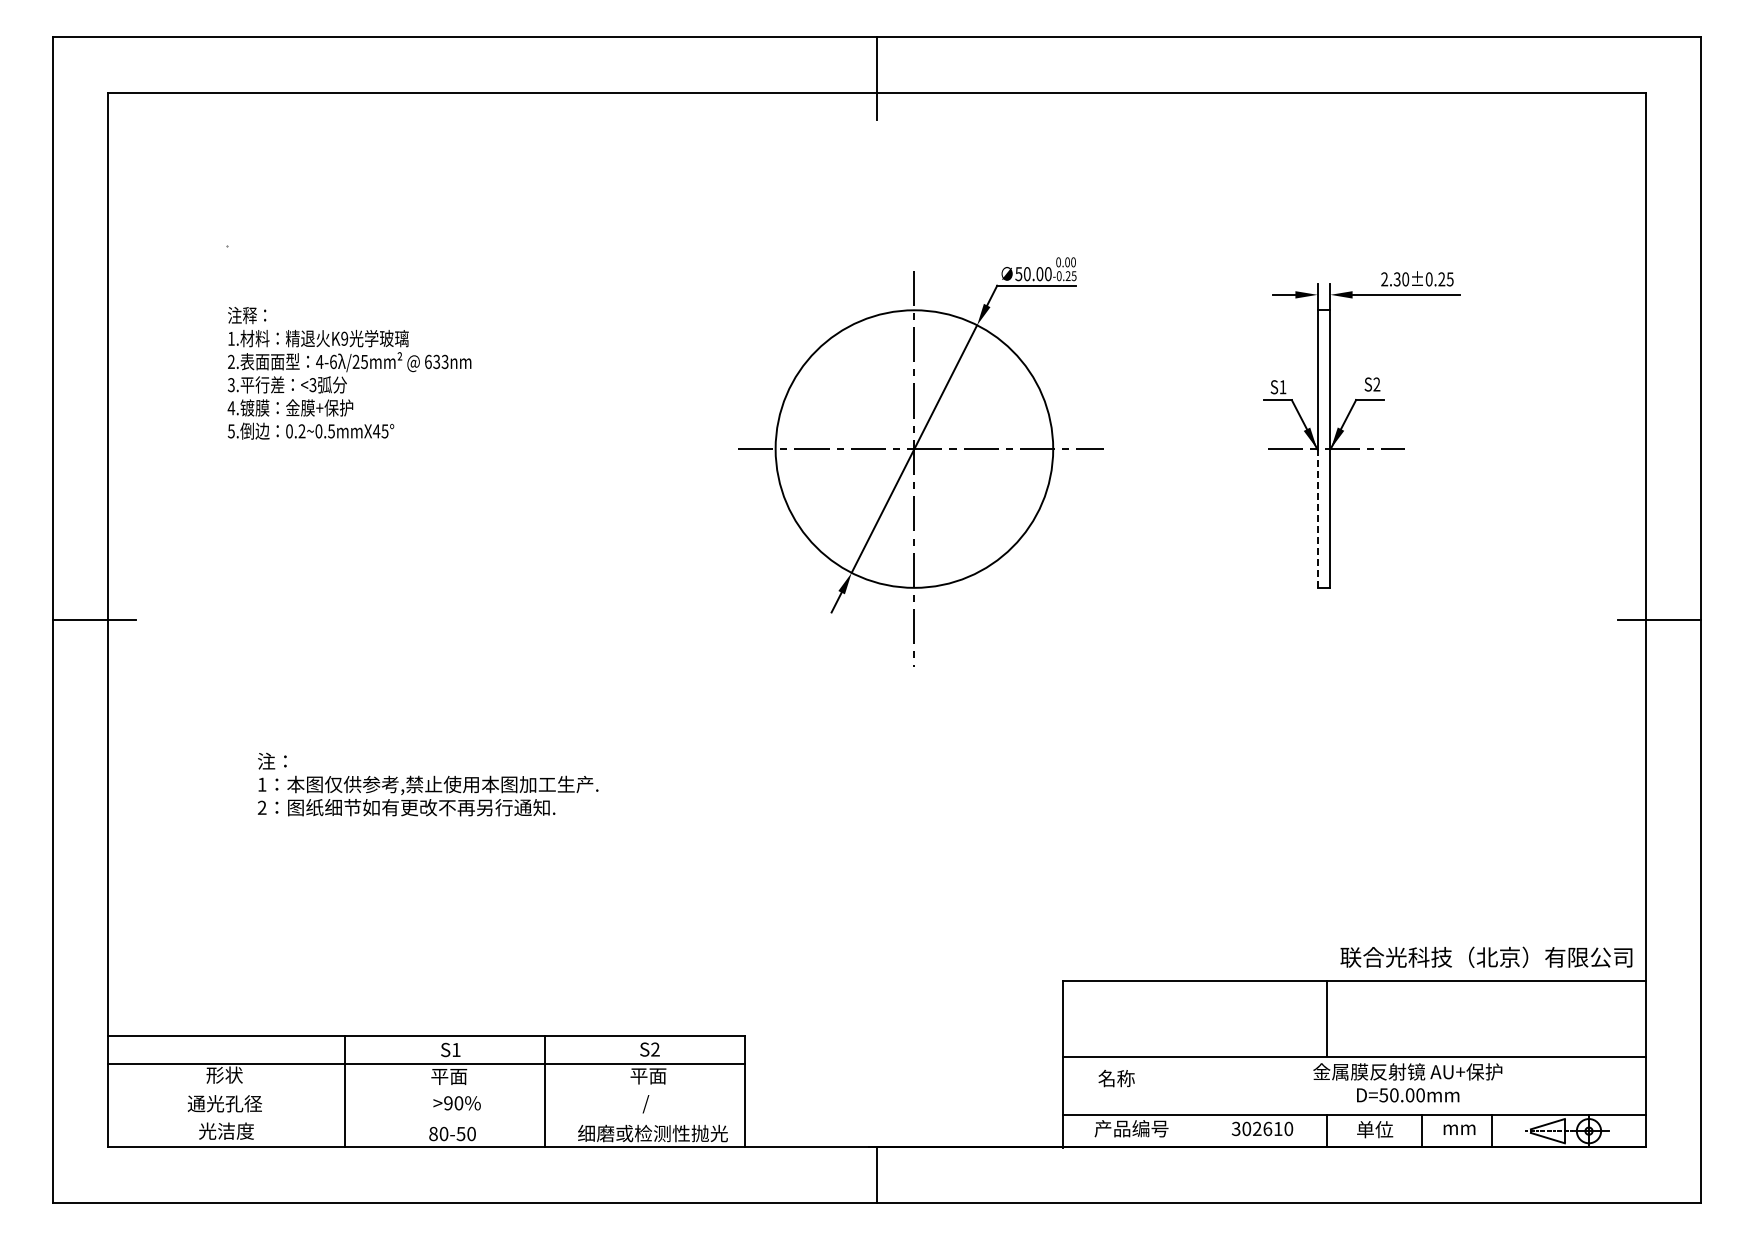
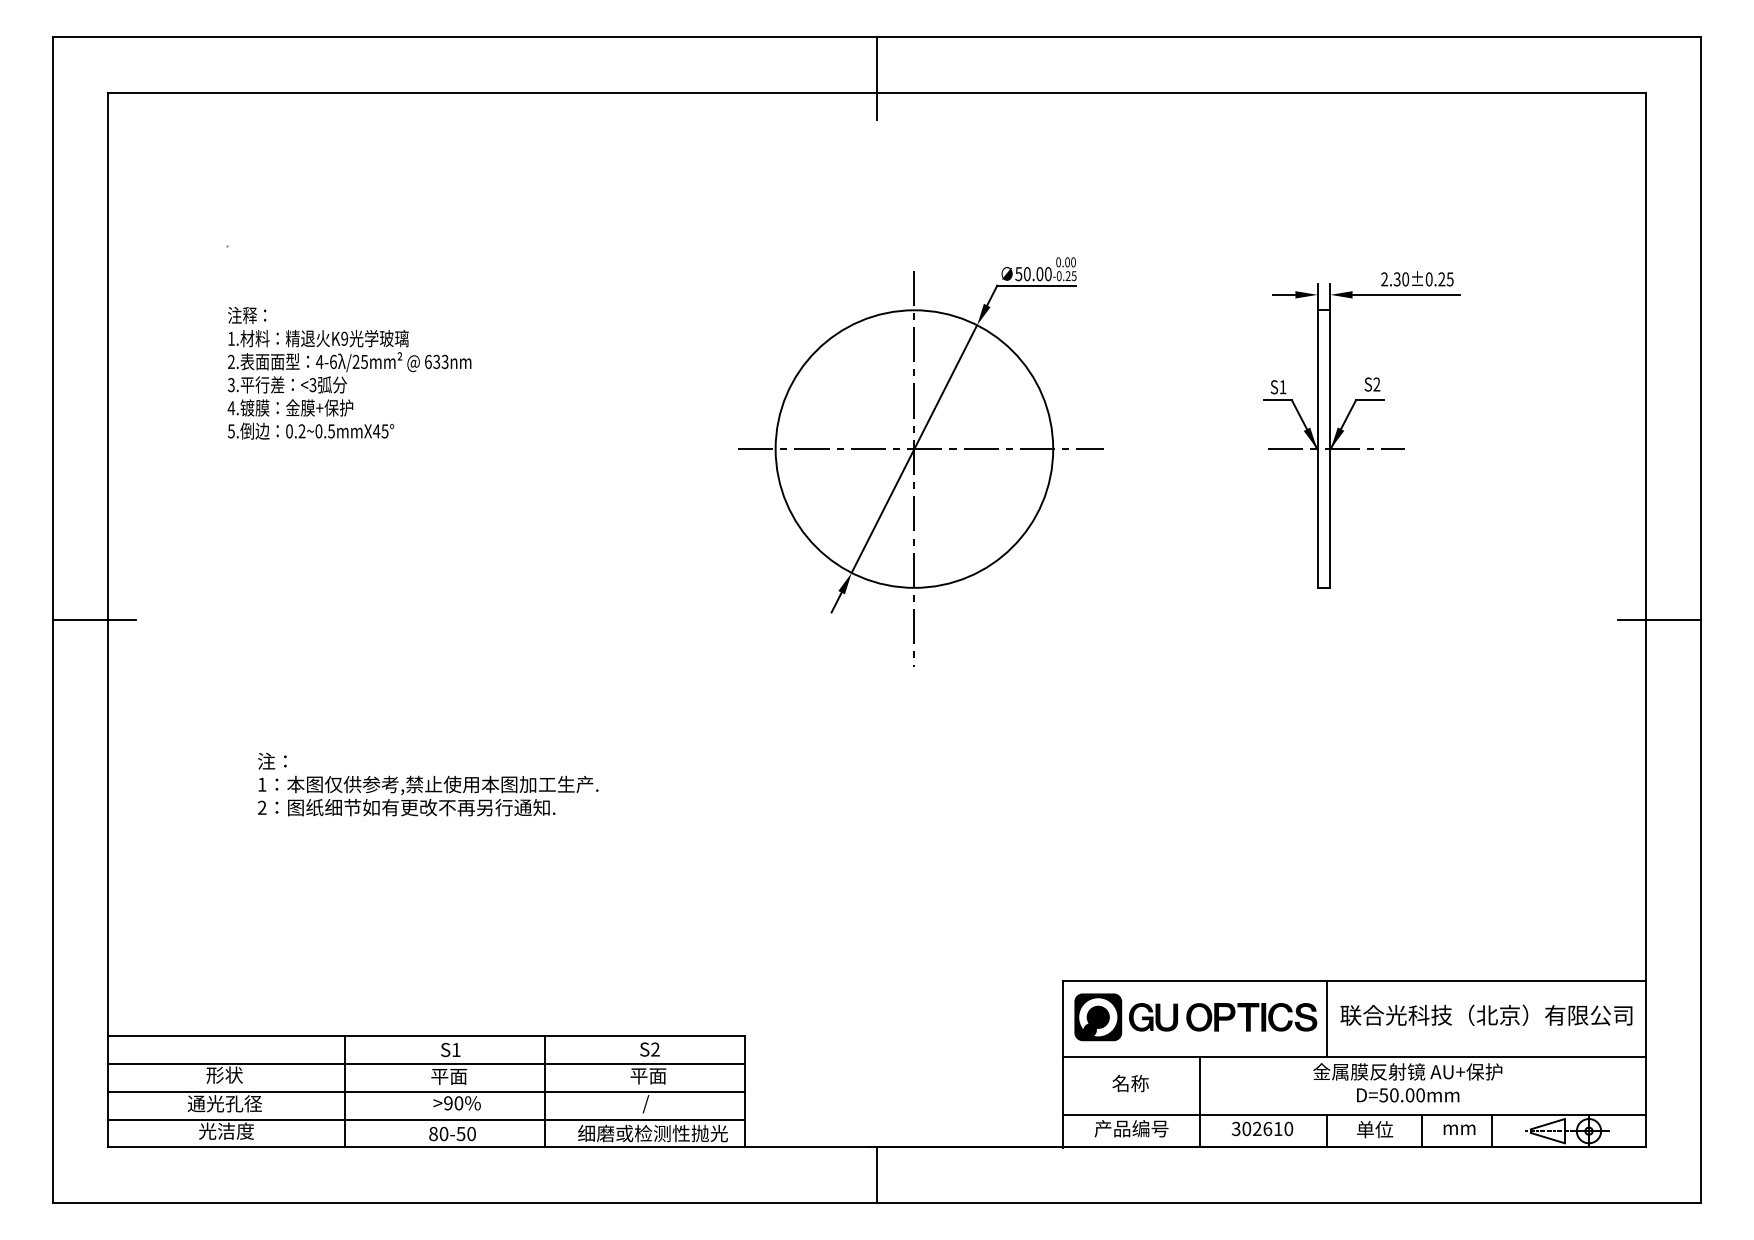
line at (1317, 517): dashed -> solid
text at (1486, 956) position: (1486, 956) -> (1486, 1014)
part at (1195, 1017): none -> present
text at (1116, 1078) position: (1116, 1078) -> (1130, 1083)
line at (426, 1091): none -> present
line at (1200, 1101): none -> present
line at (426, 1119): none -> present
